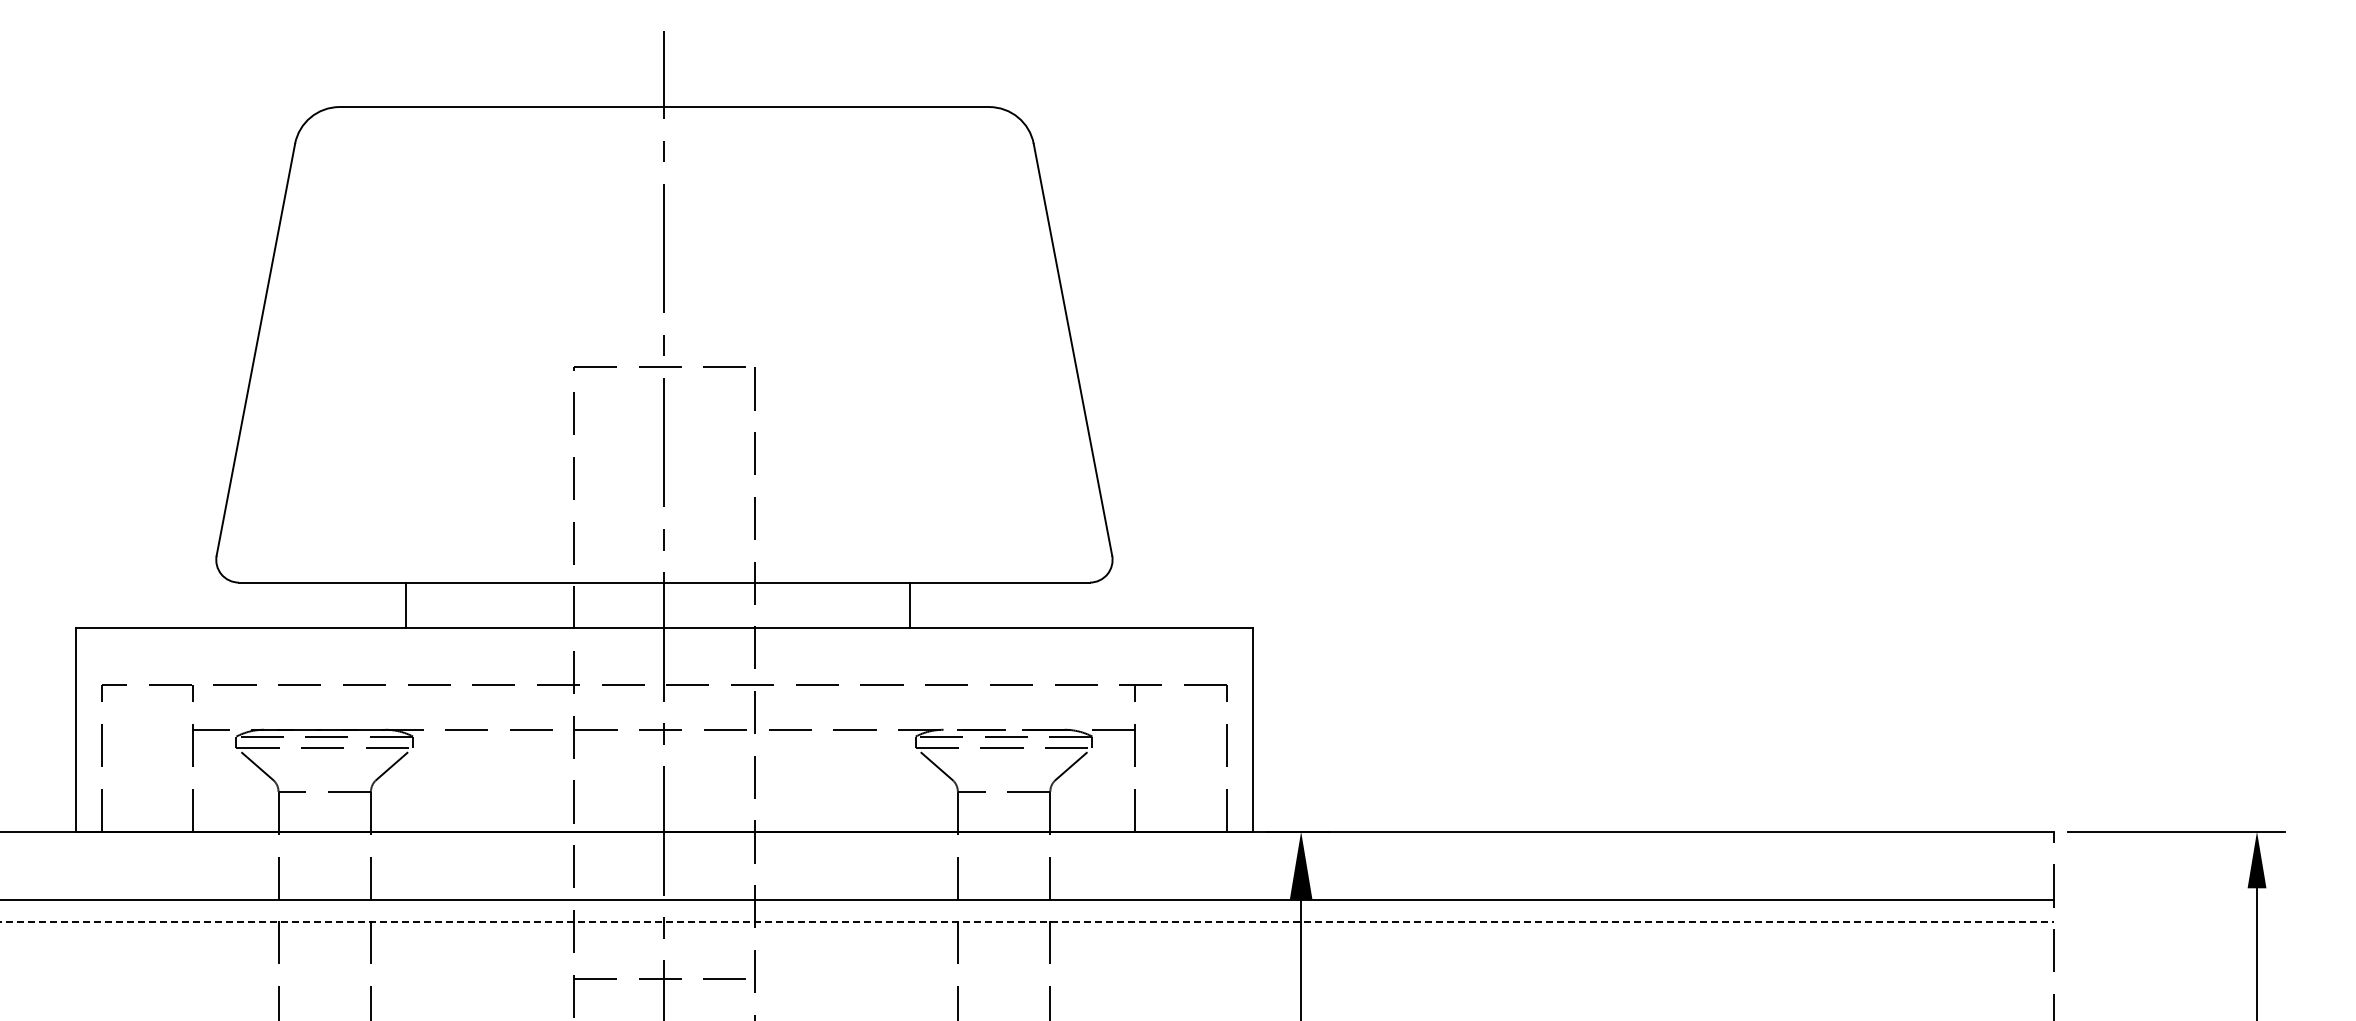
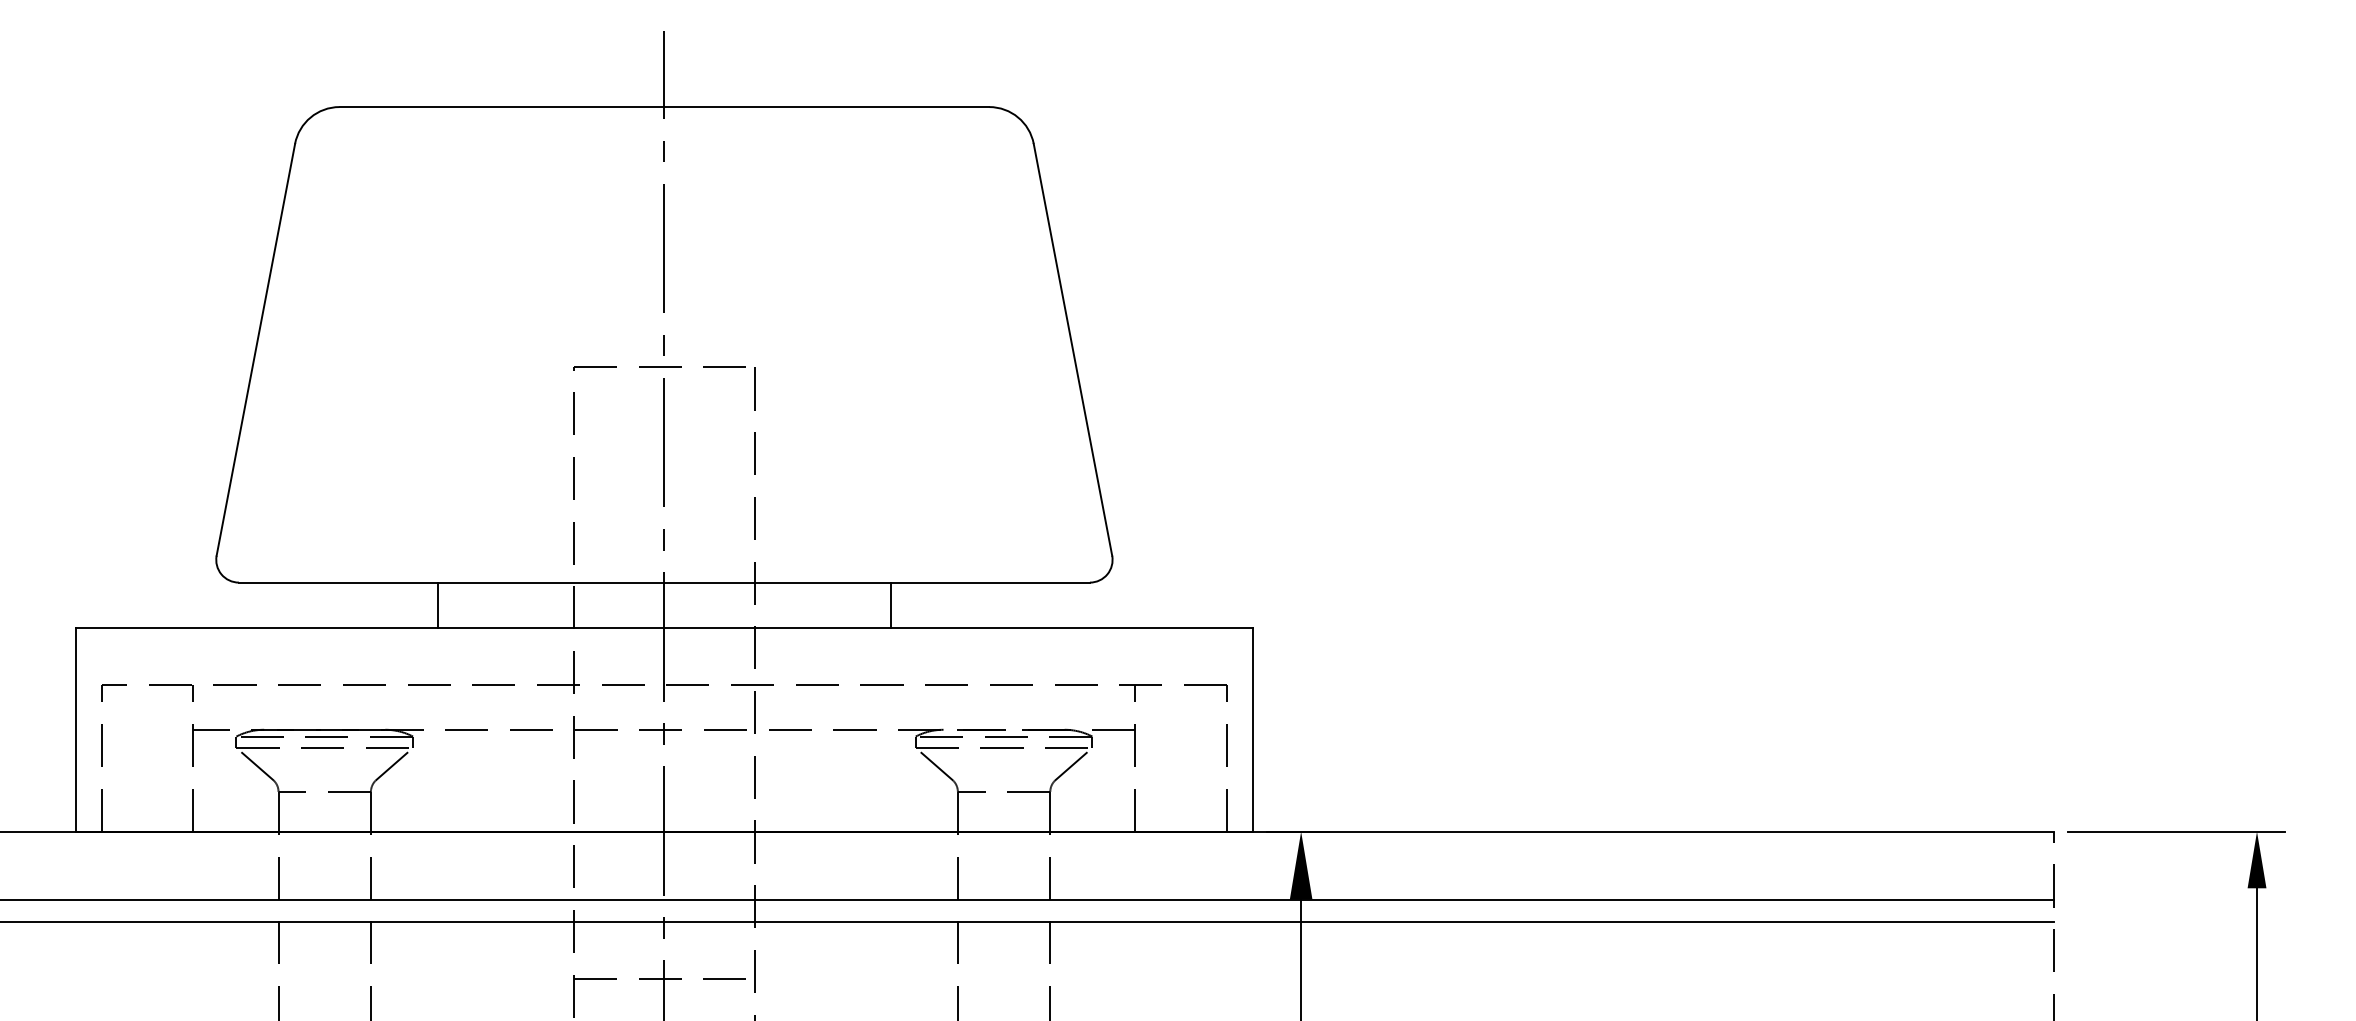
line at (405, 604) position: (405, 604) -> (437, 604)
line at (909, 604) position: (909, 604) -> (890, 604)
line at (1027, 922): dashed -> solid
